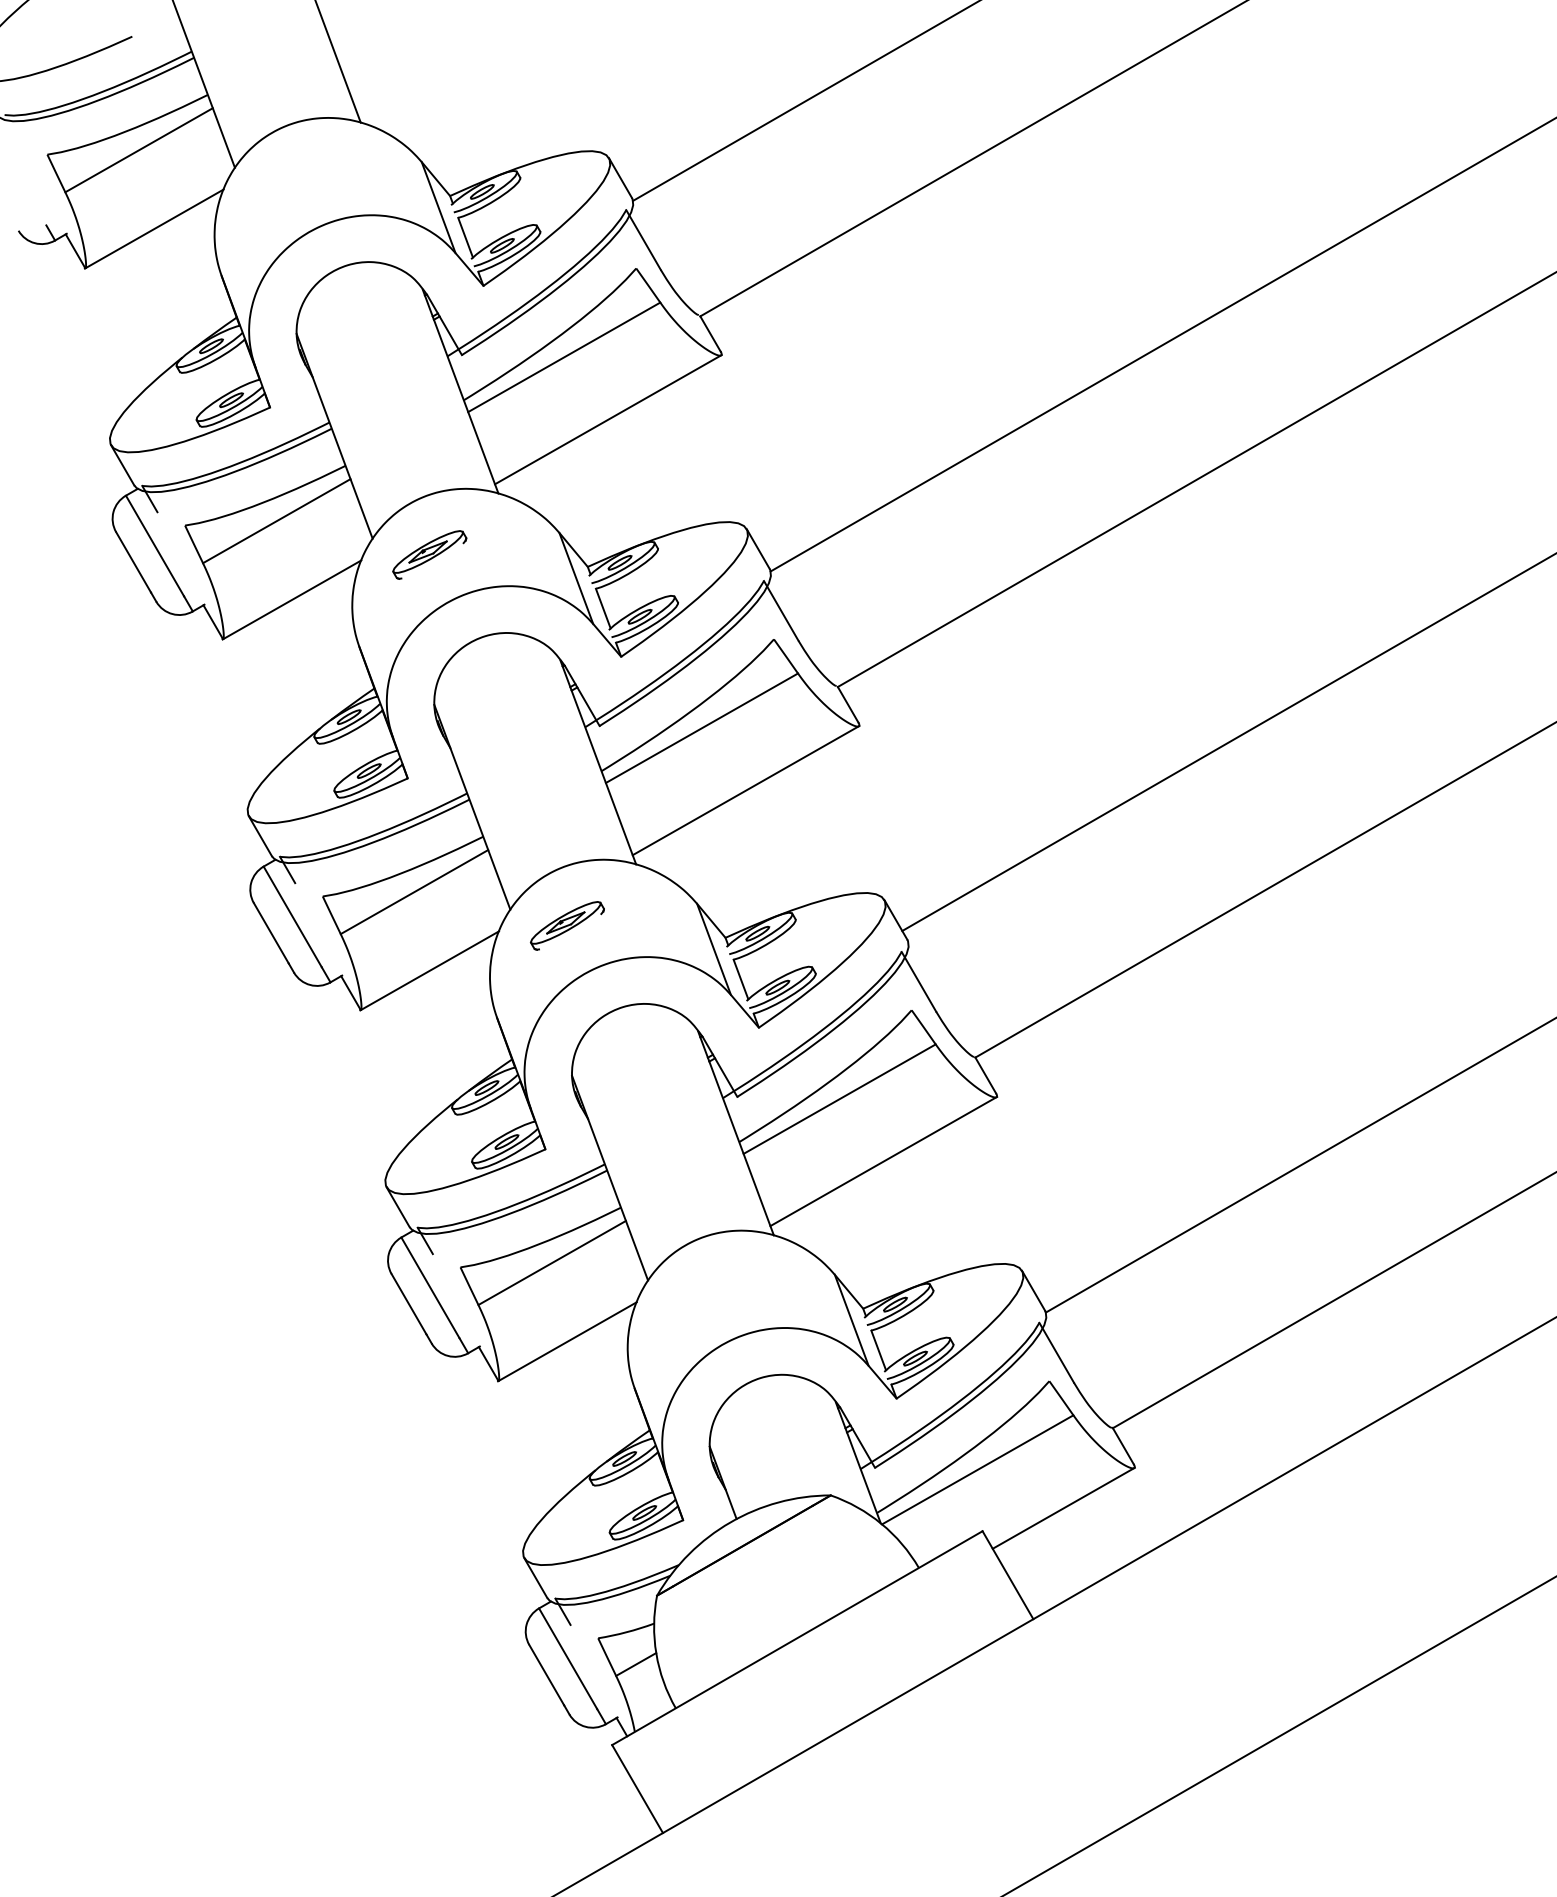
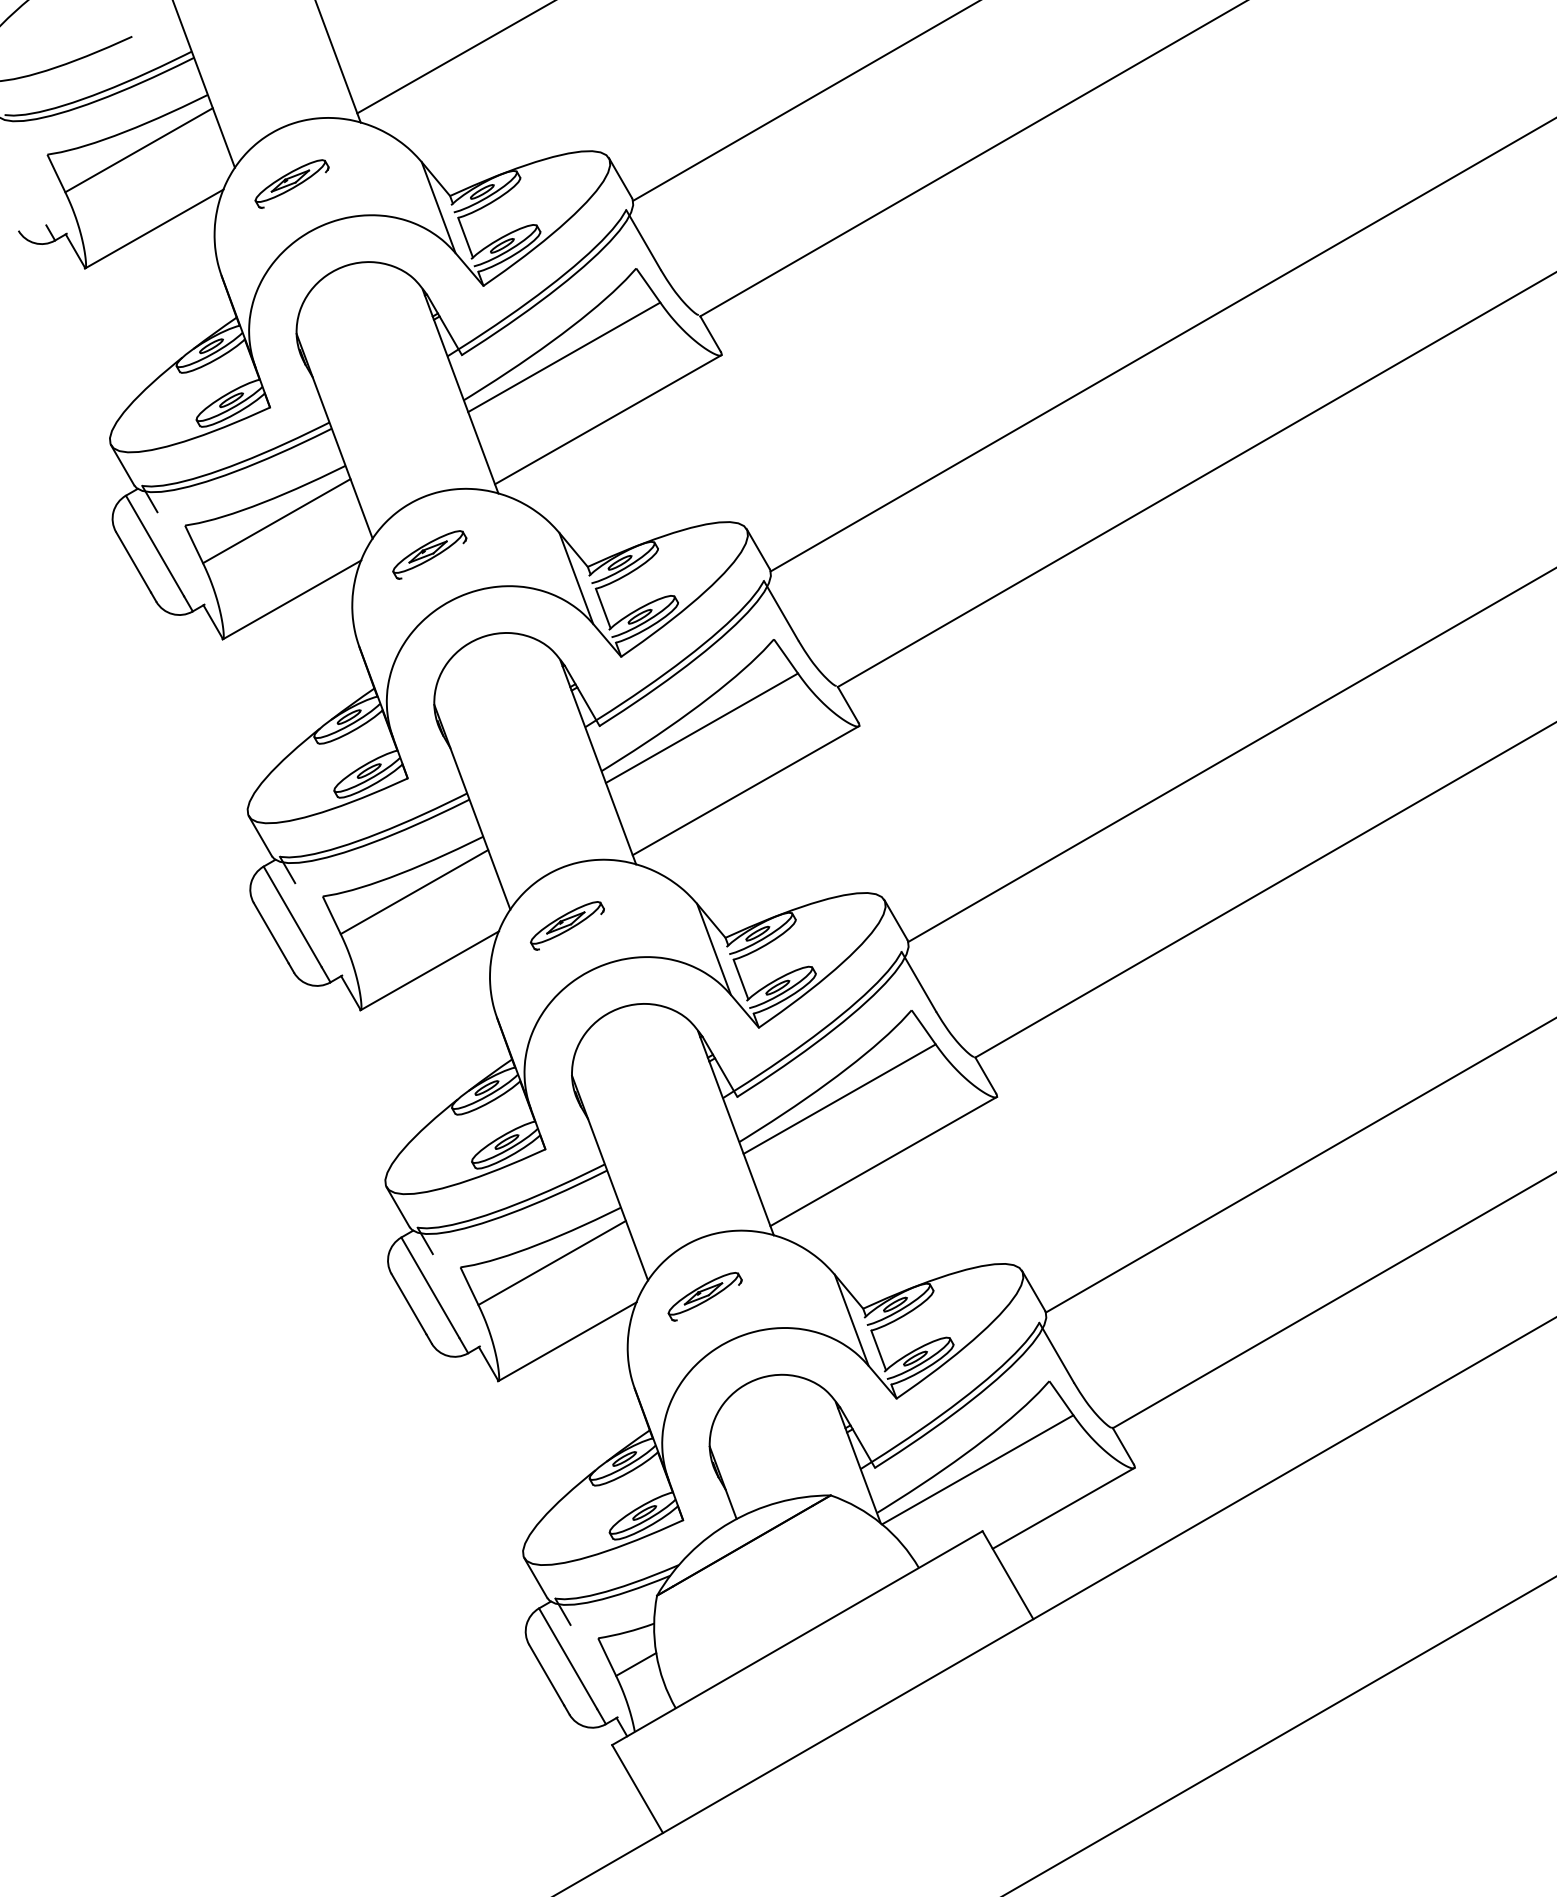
line at (454, 57): none -> present
part at (291, 183): none -> present
line at (1227, 742) position: (1227, 742) -> (1230, 755)
part at (704, 1296): none -> present
